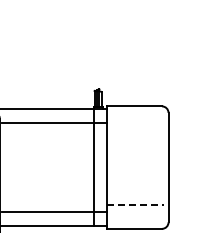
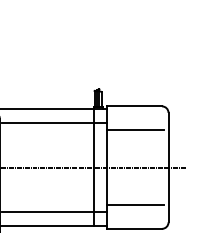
line at (134, 129): none -> present
line at (93, 167): none -> present
line at (135, 205): dashed -> solid
